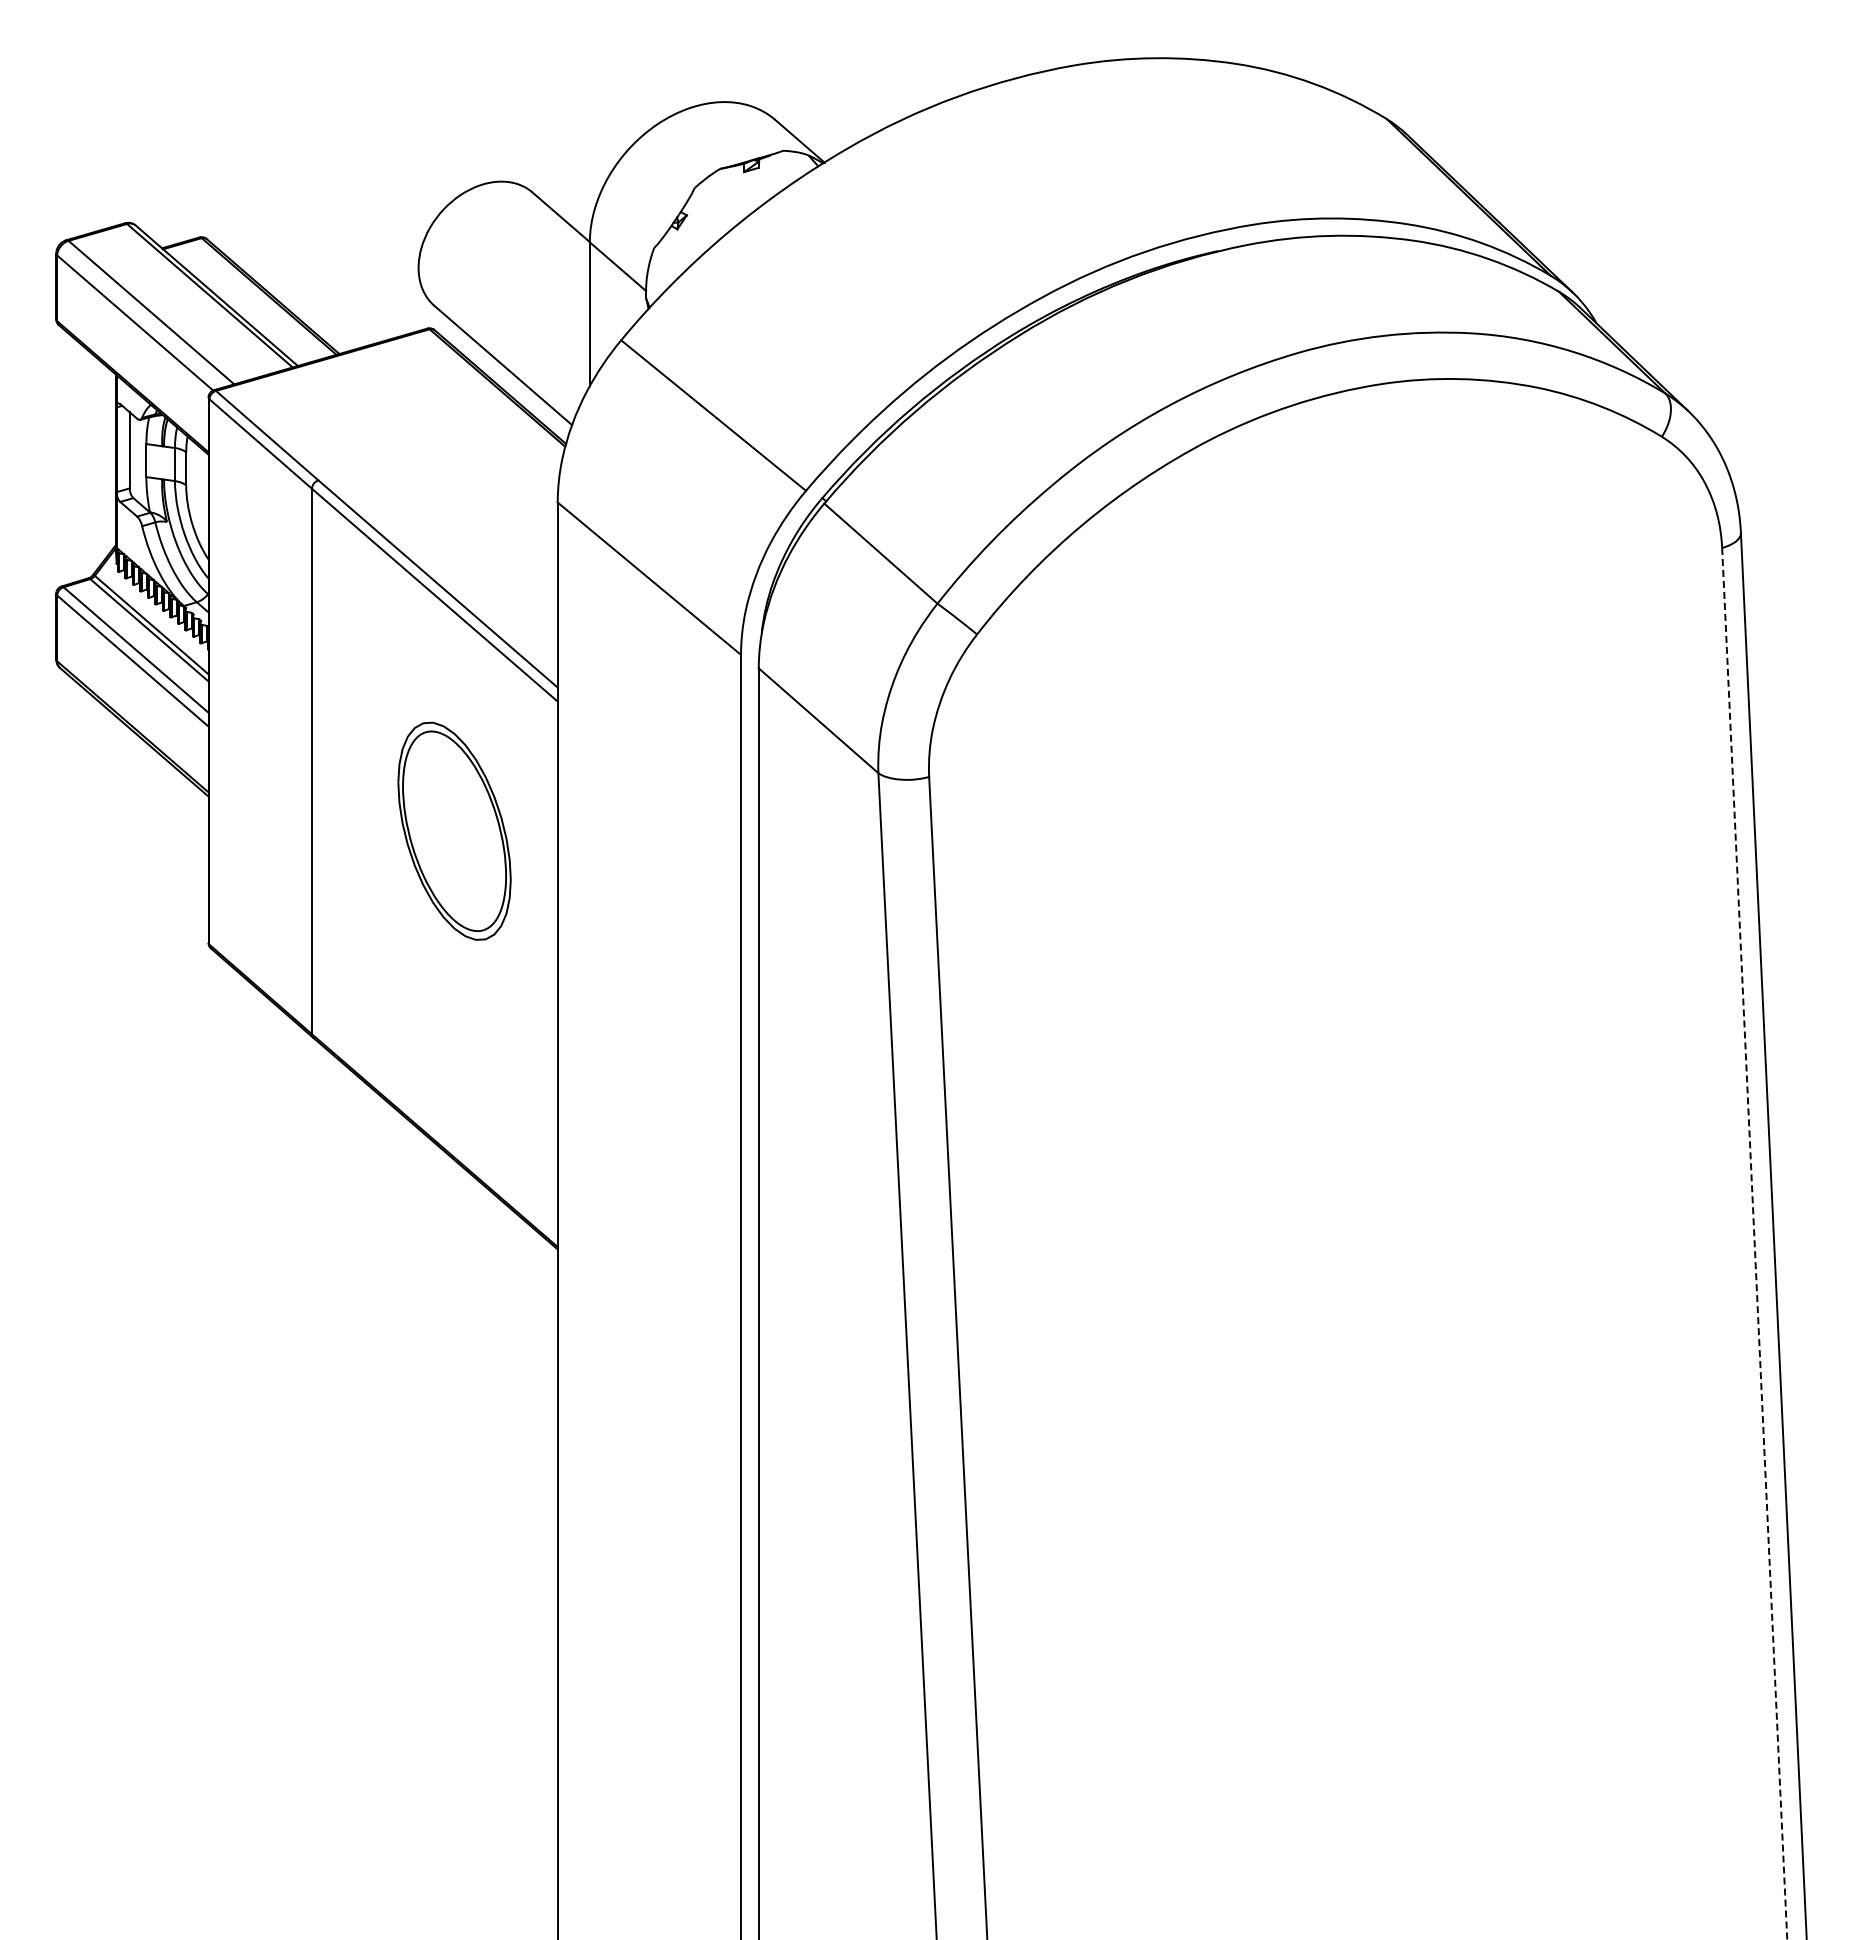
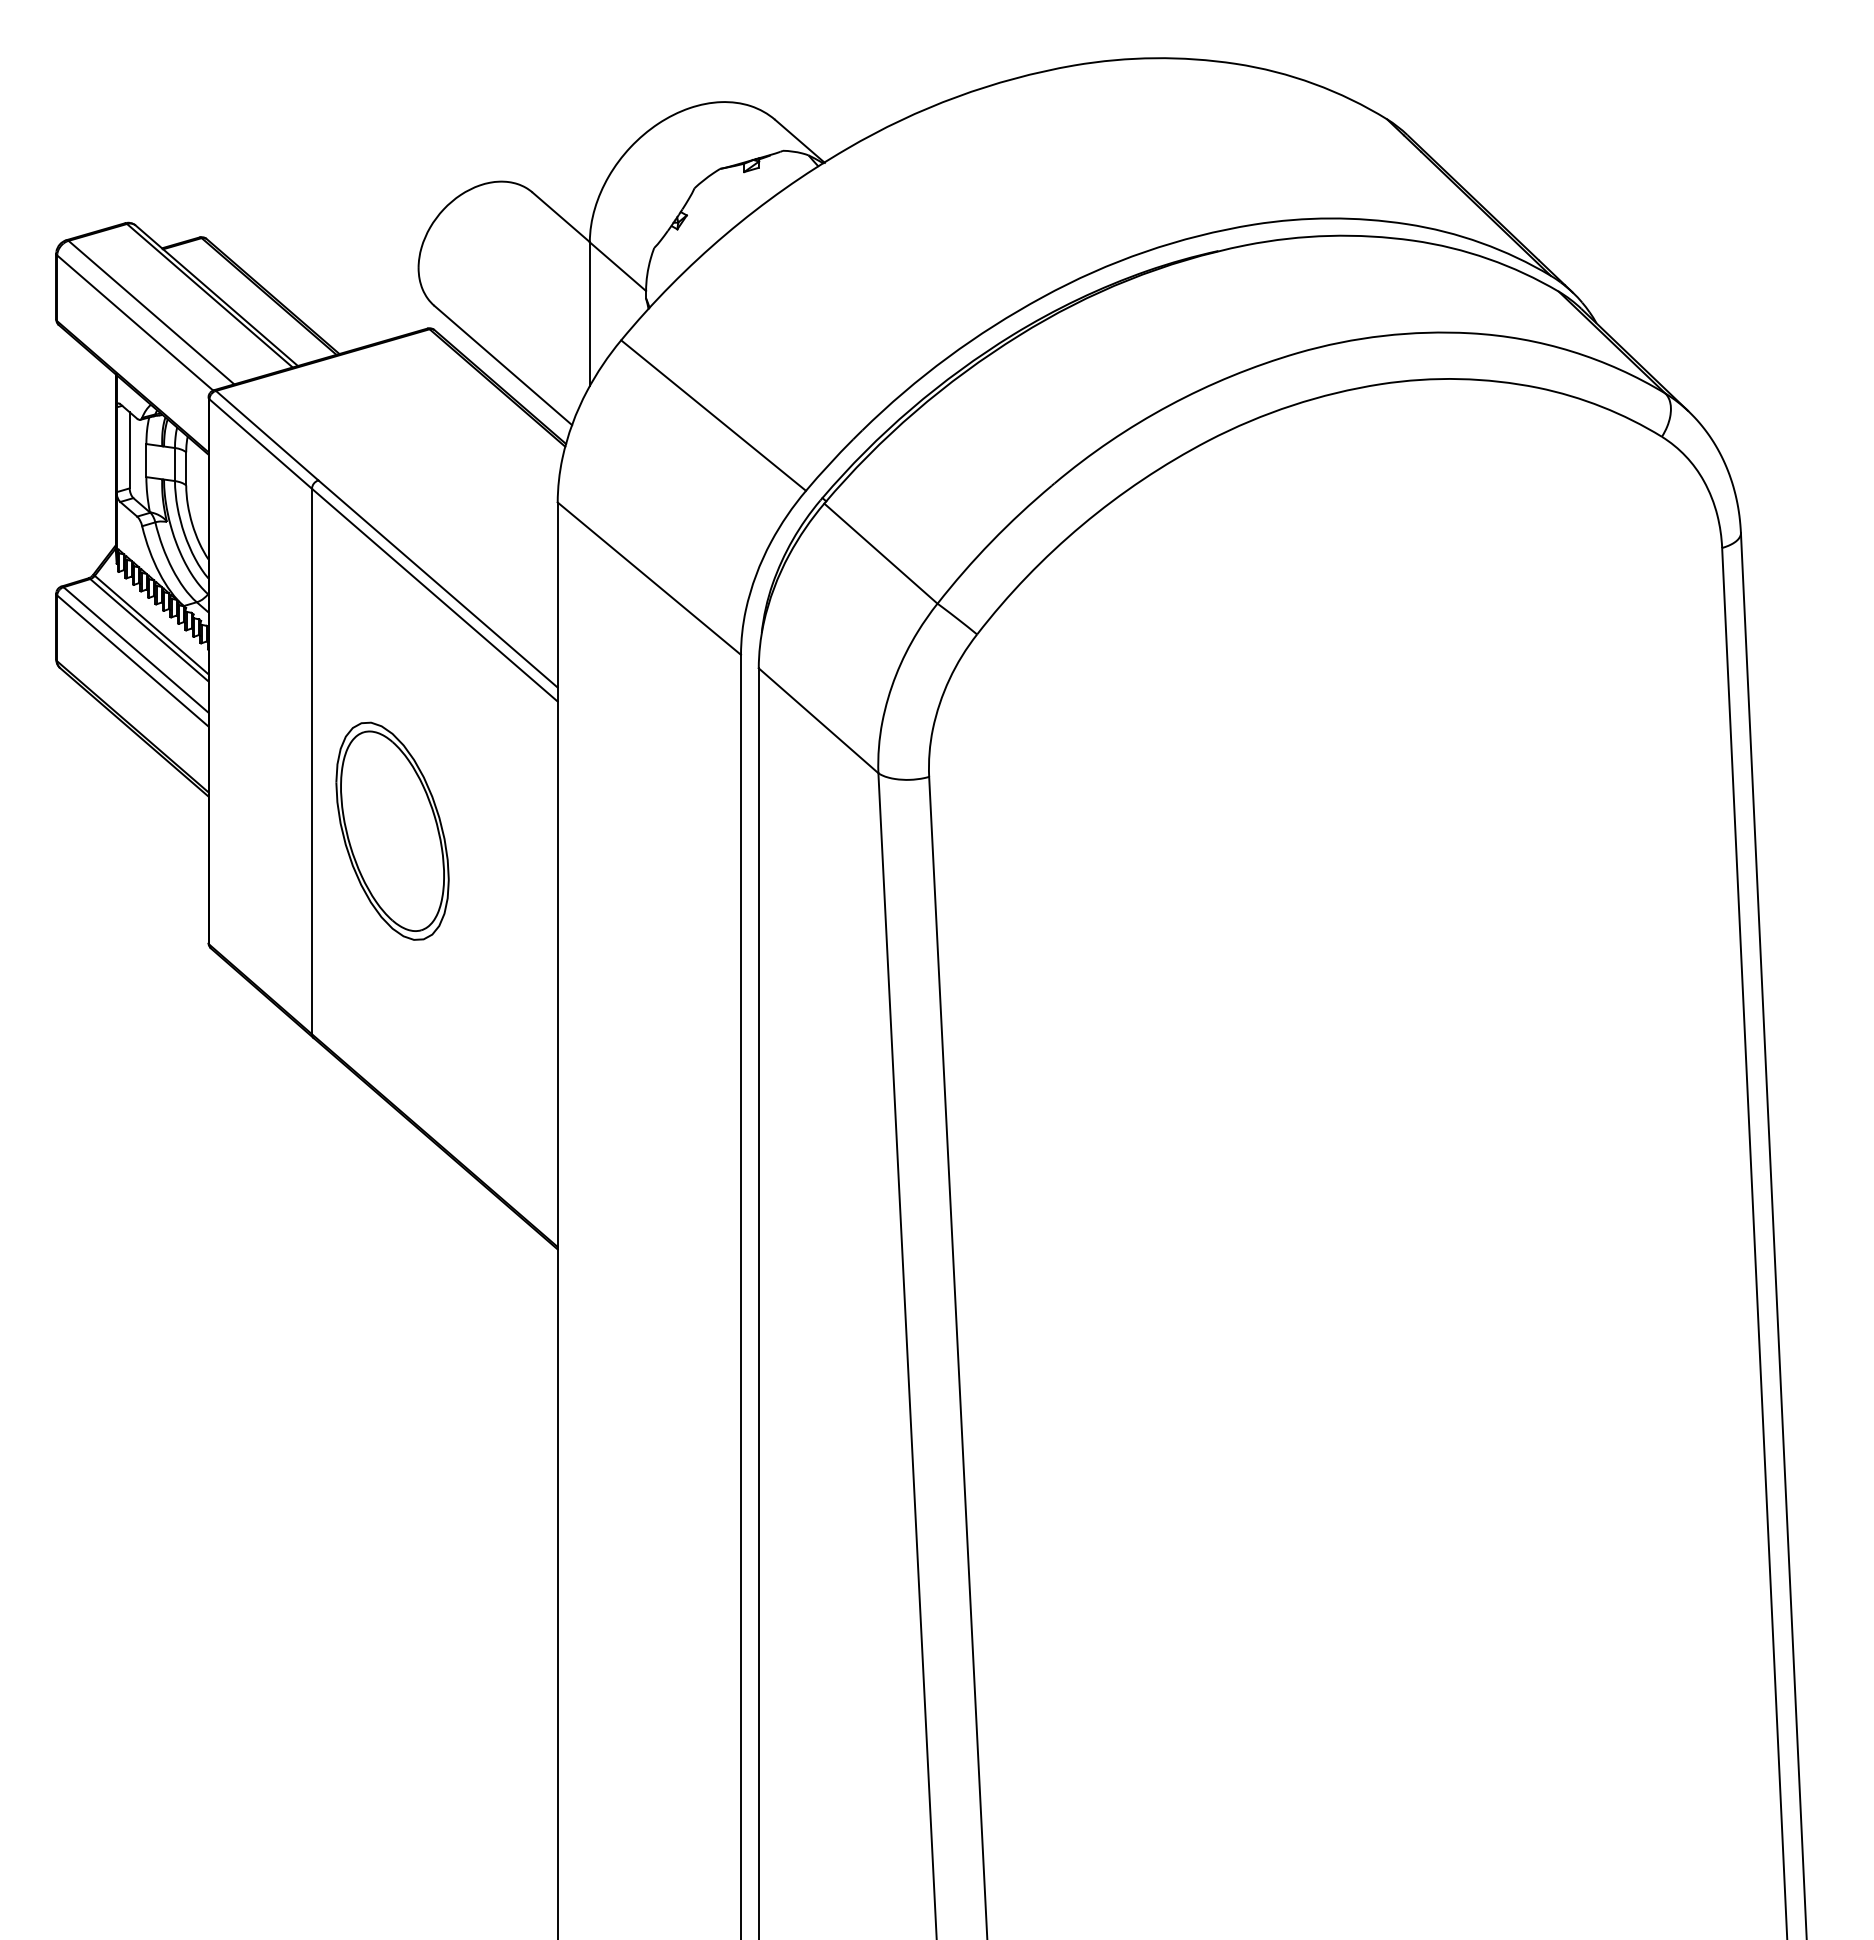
part at (454, 830) position: (454, 830) -> (392, 830)
line at (1754, 1243): dashed -> solid
